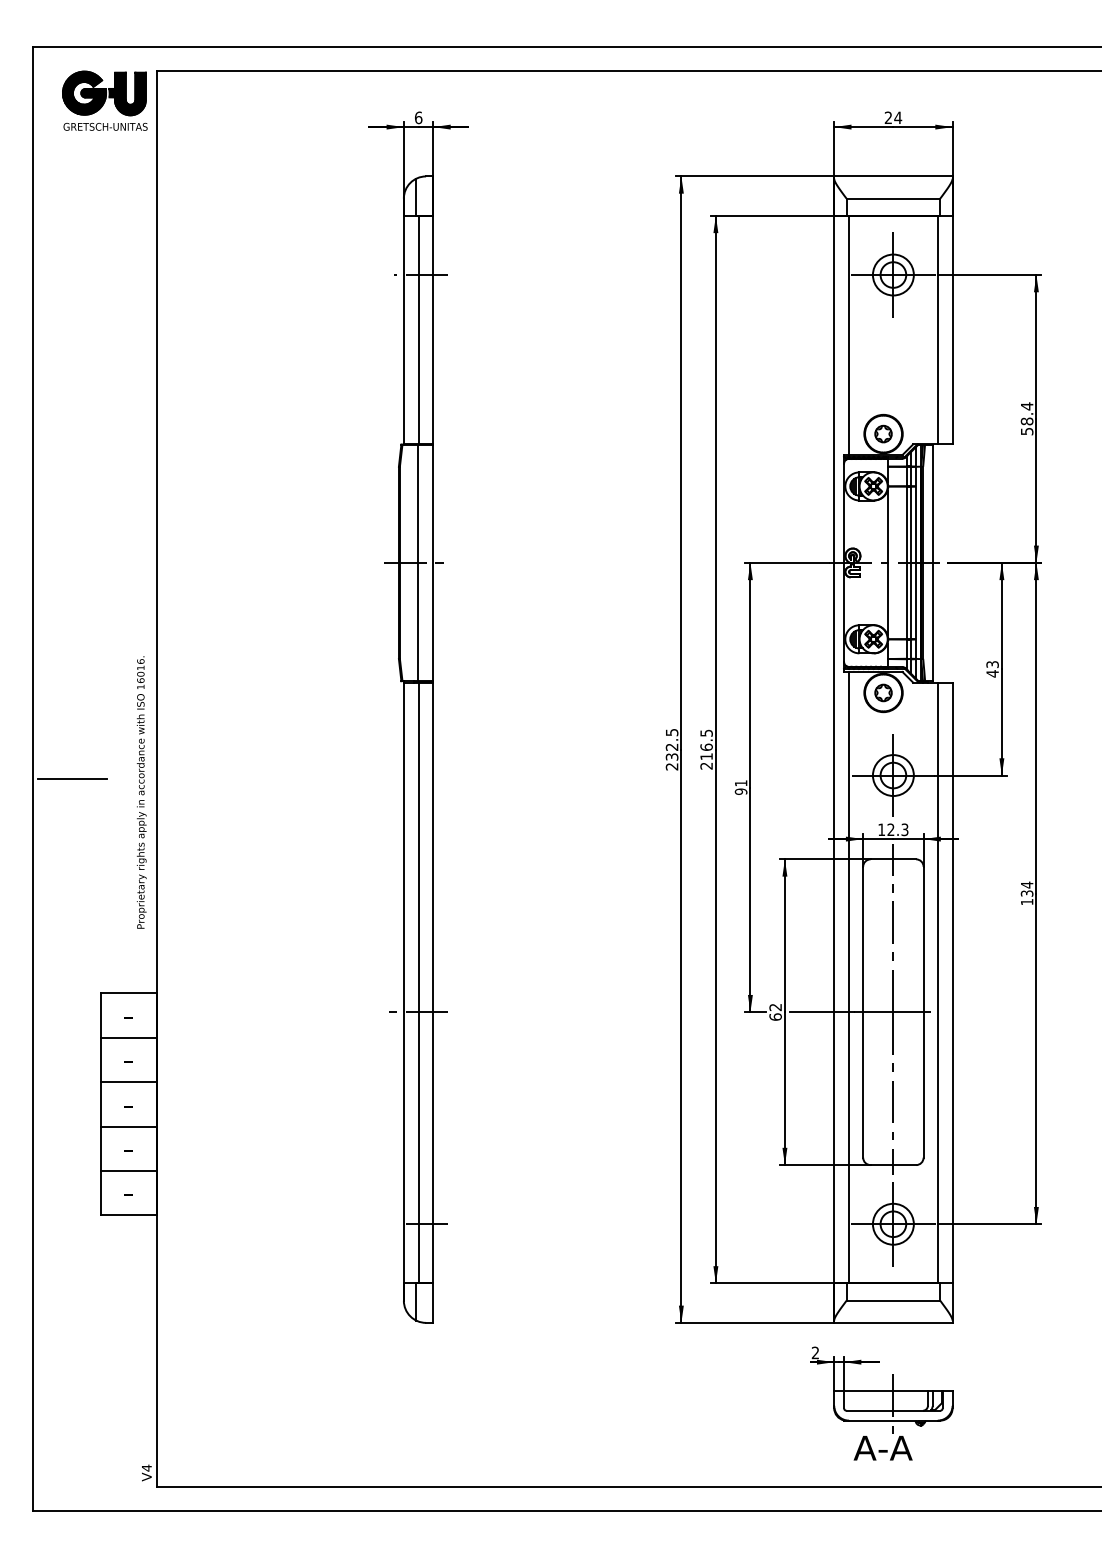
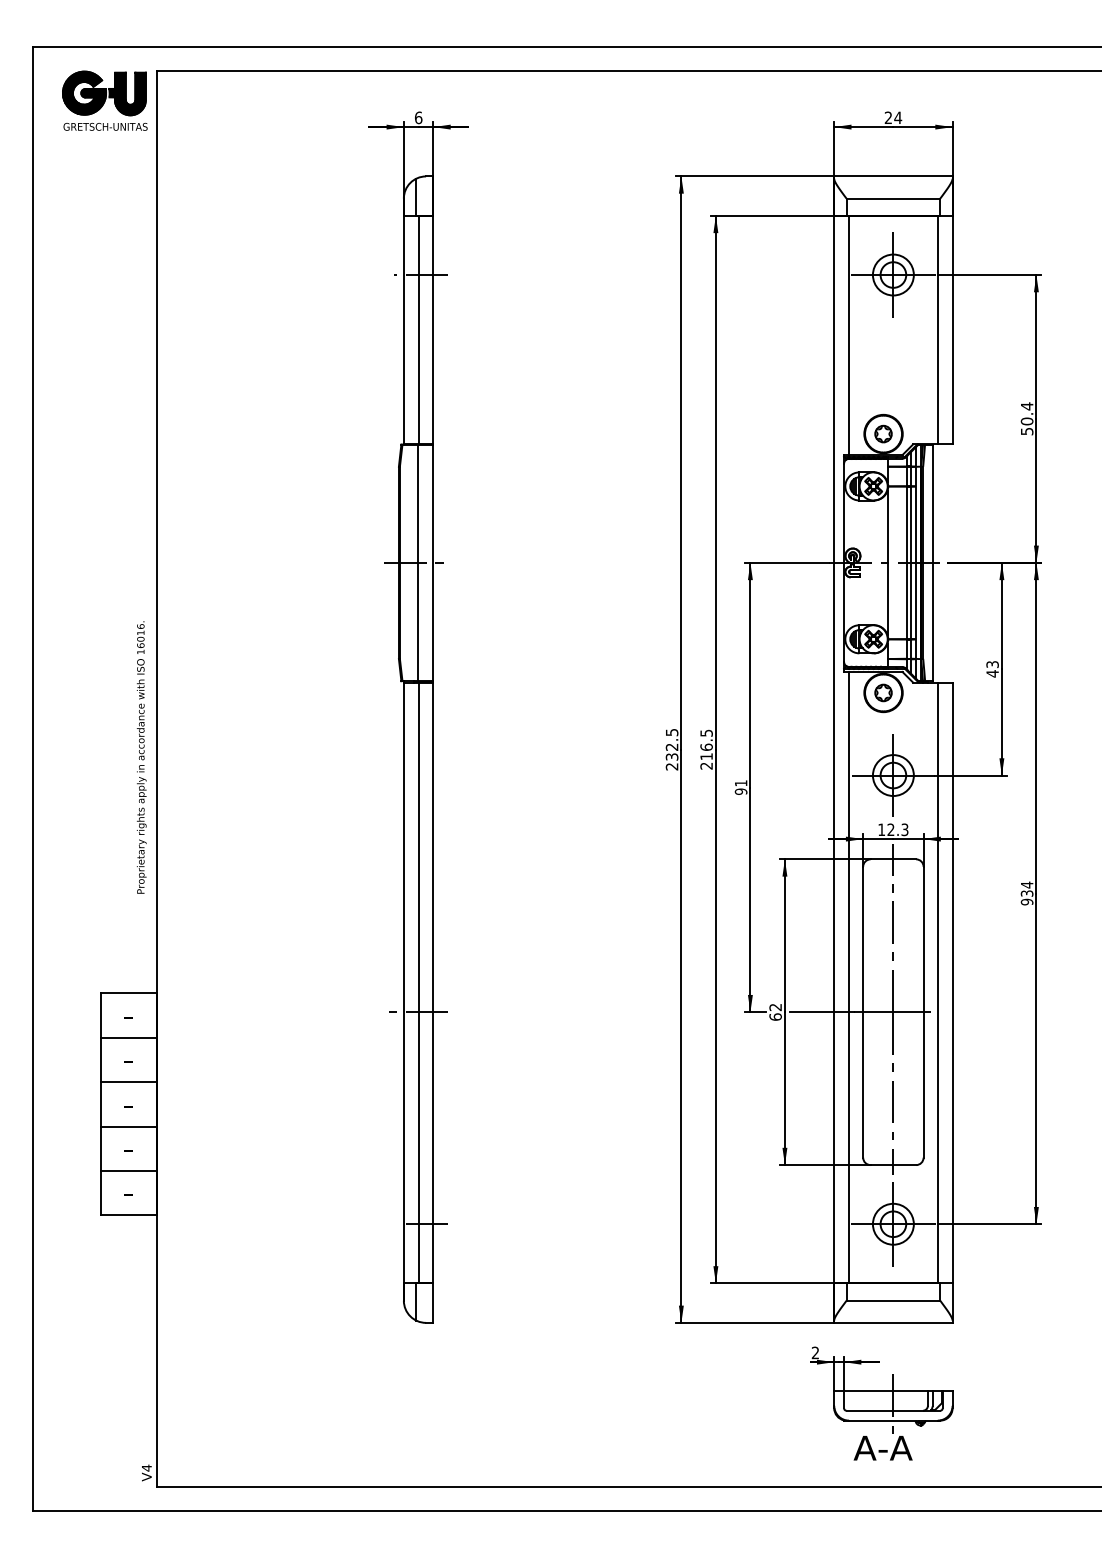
text at (1027, 421): 58.4 -> 50.4
line at (72, 779): present -> none
text at (141, 792) position: (141, 792) -> (141, 757)
text at (1026, 901): 134 -> 934
